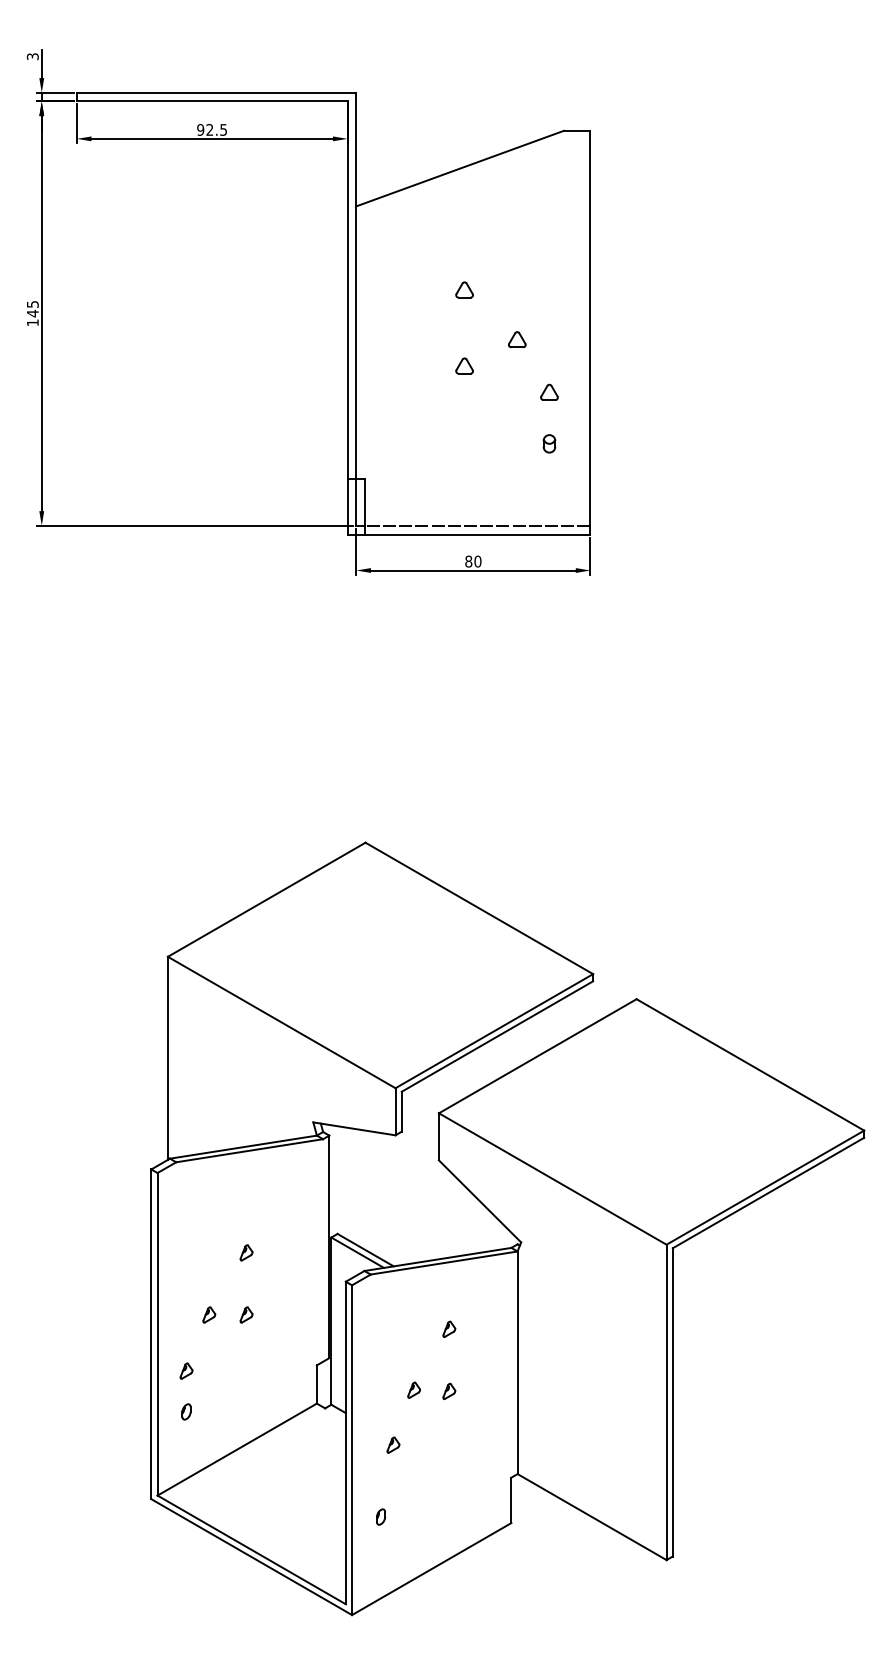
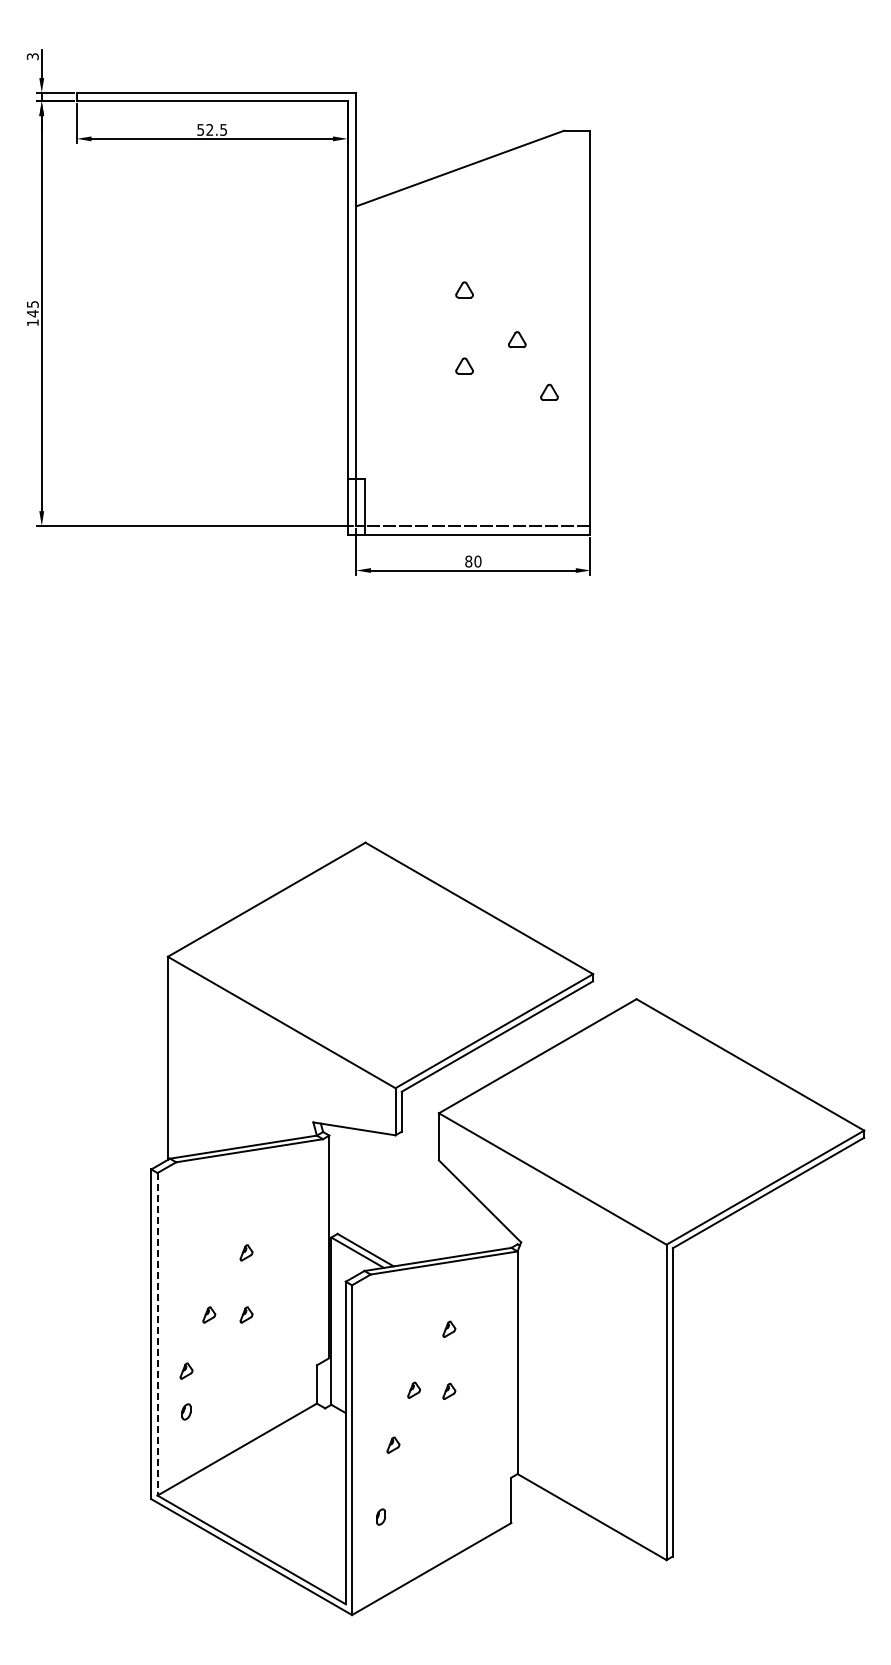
text at (200, 129): 92.5 -> 52.5
part at (549, 443): present -> none
line at (157, 1334): solid -> dashed
